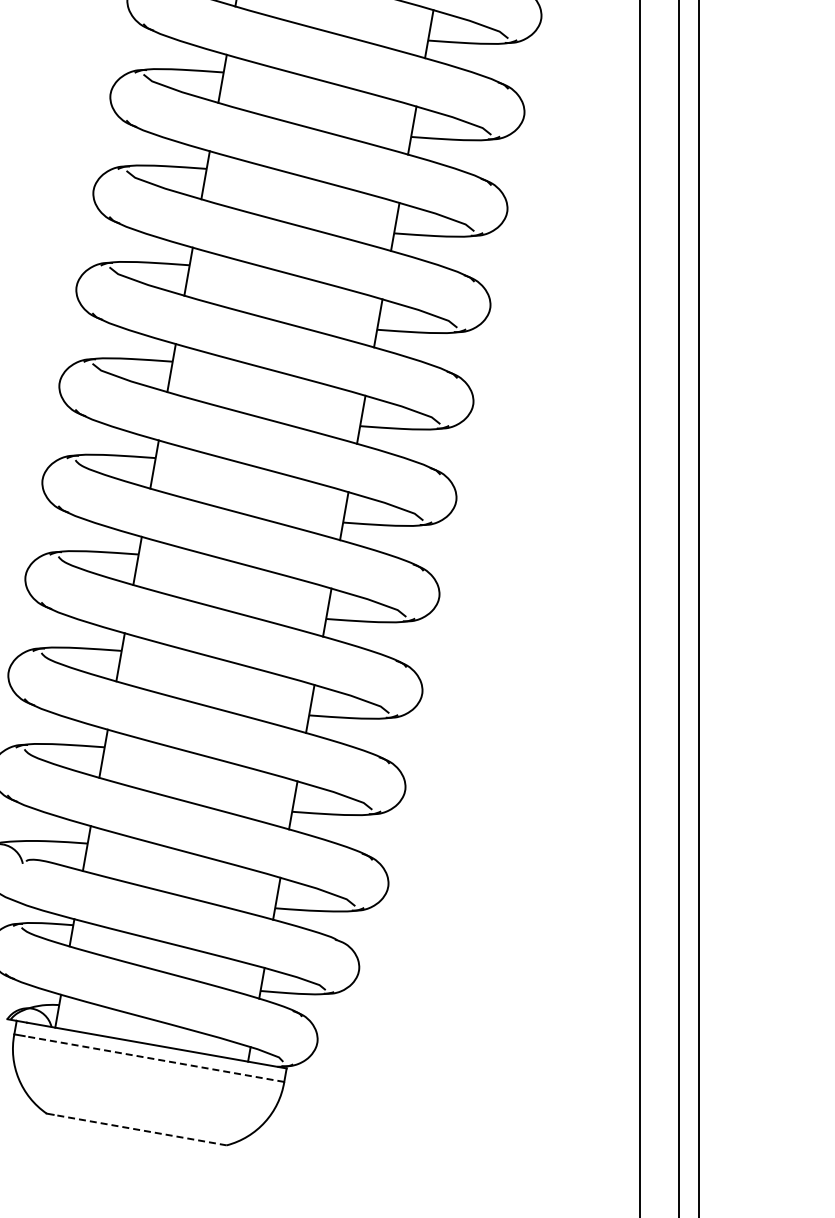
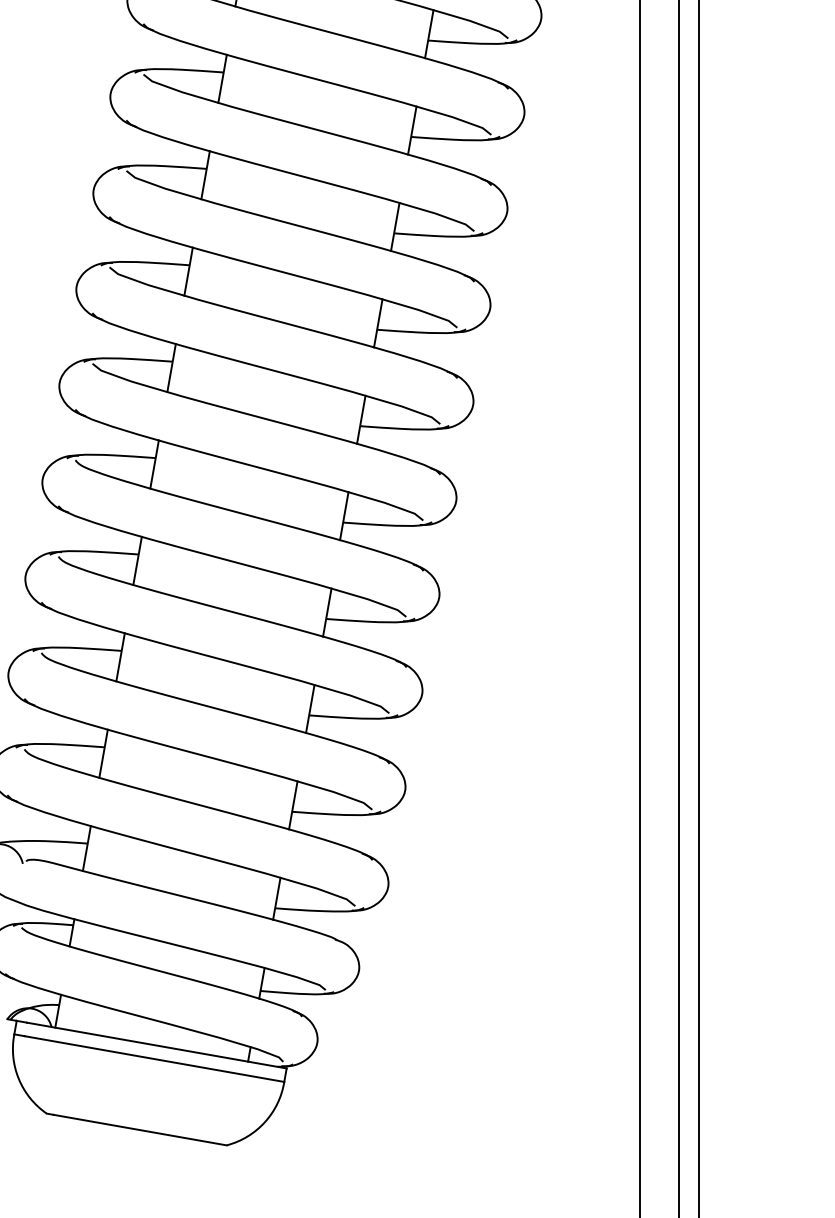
line at (154, 1059): dashed -> solid
line at (140, 1130): dashed -> solid
